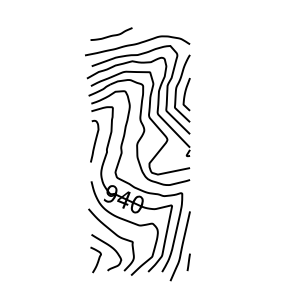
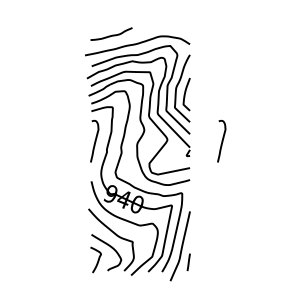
curve at (221, 140): none -> present
